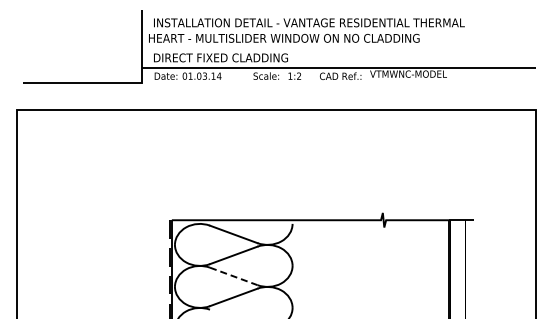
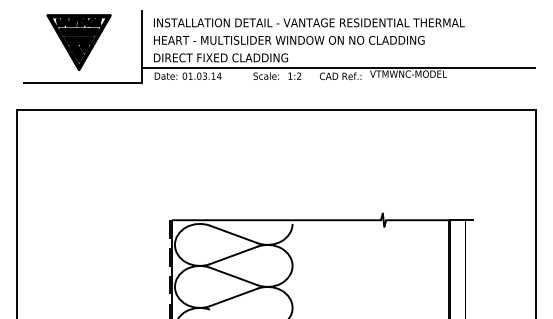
text at (284, 37) position: (284, 37) -> (289, 39)
part at (78, 42): none -> present
line at (234, 276): dashed -> solid
